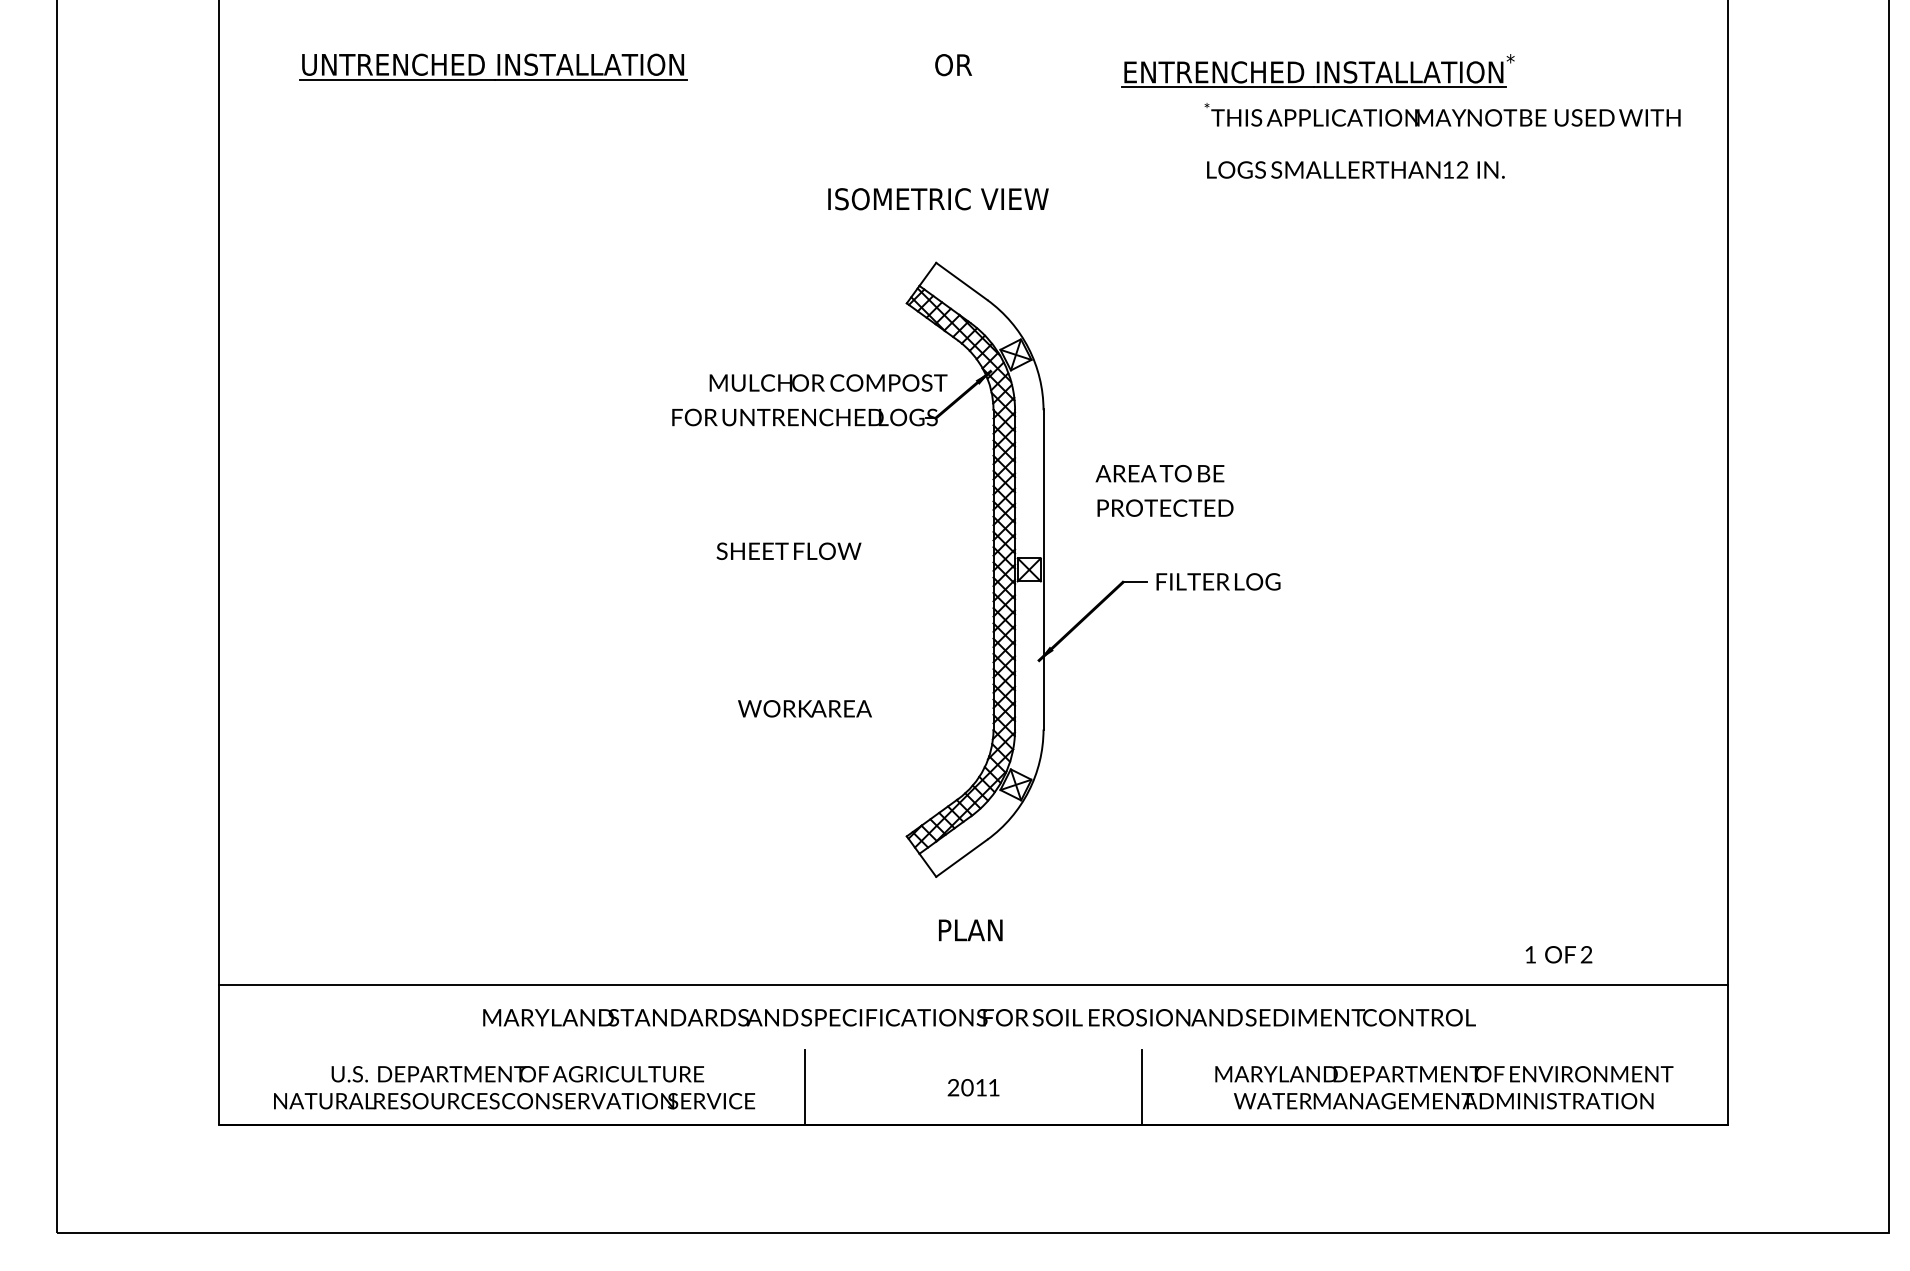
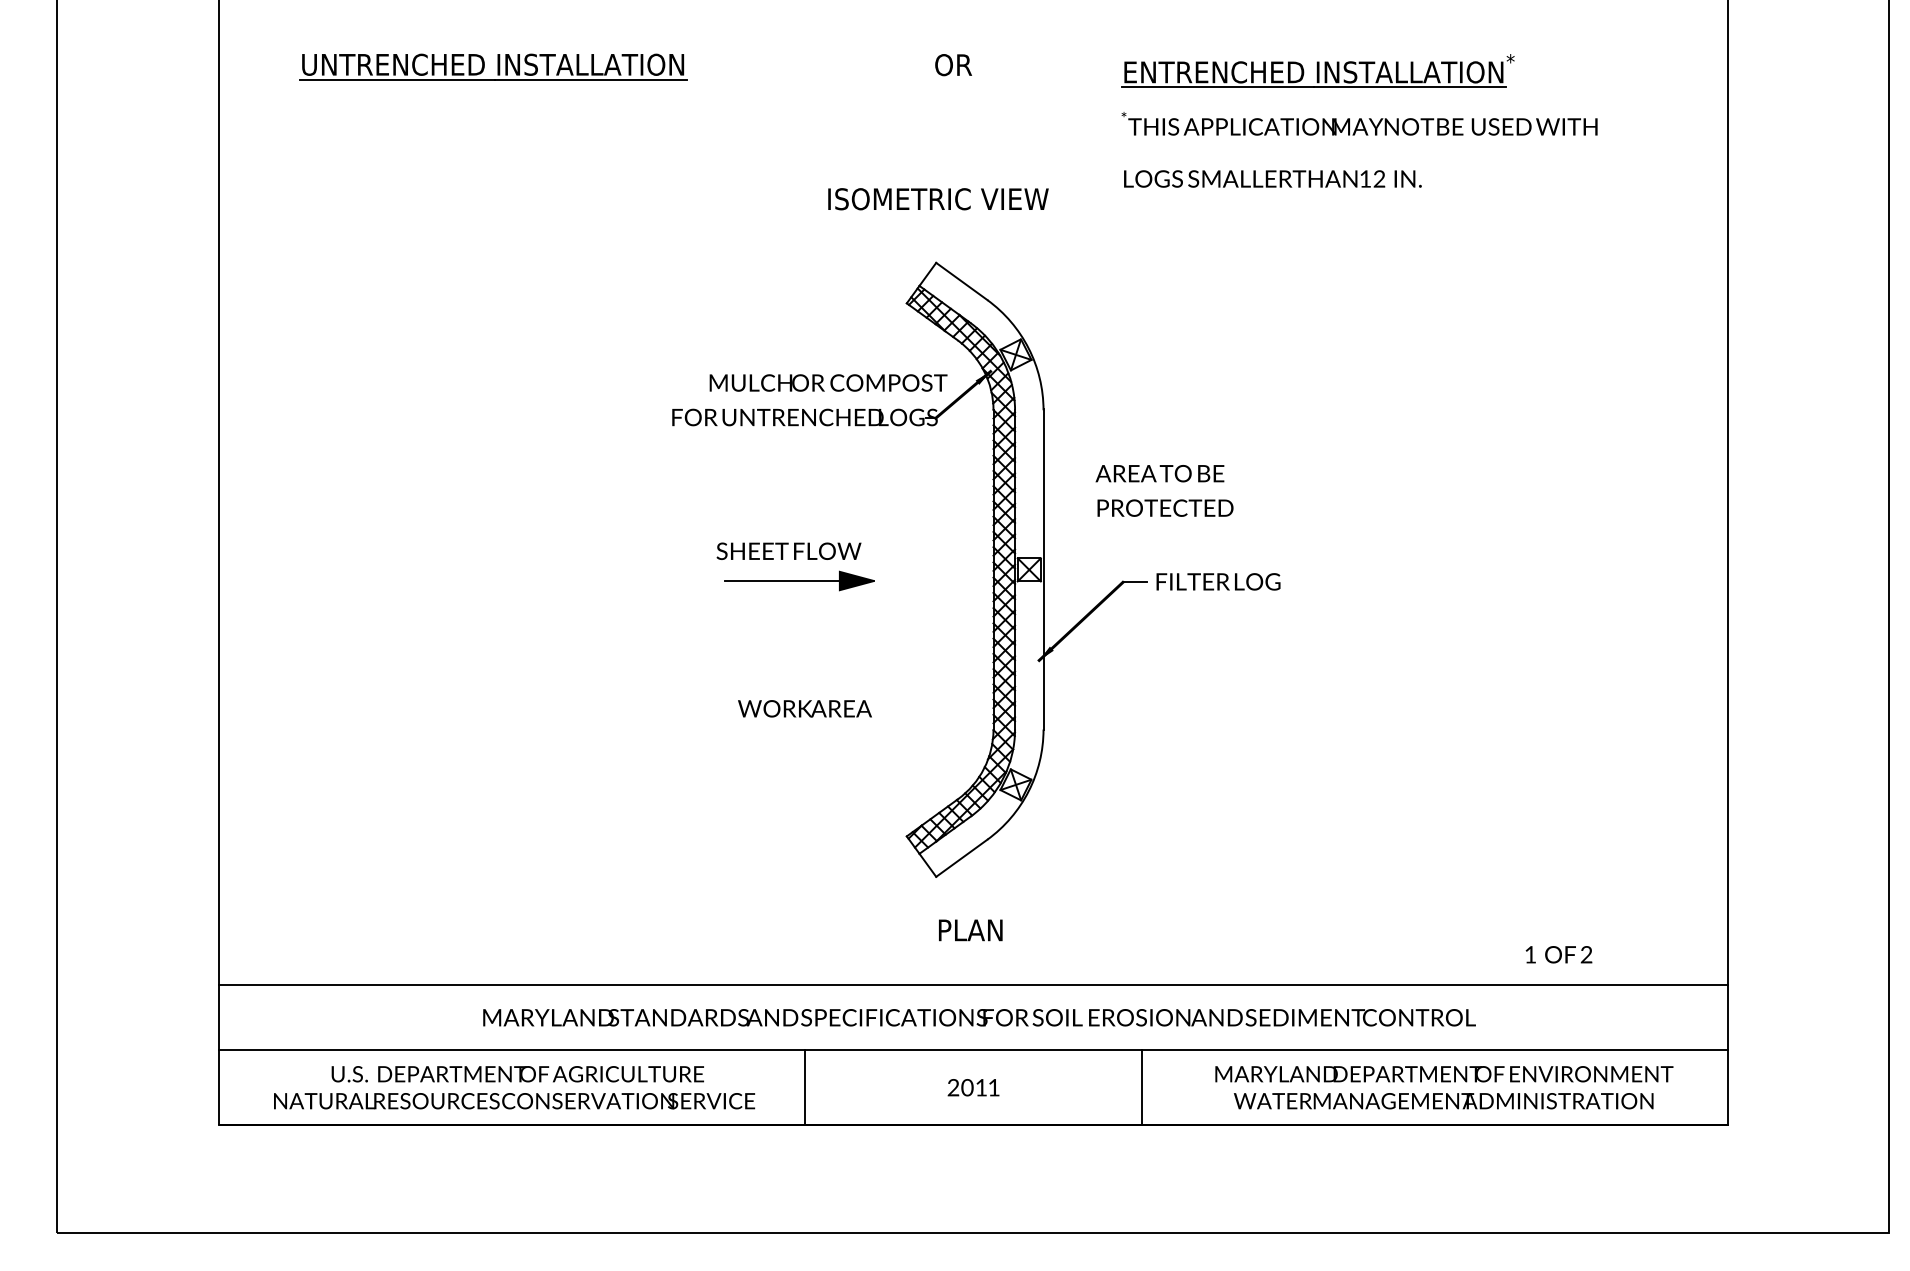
text at (1442, 140) position: (1442, 140) -> (1359, 149)
part at (799, 580): none -> present
line at (972, 1050): none -> present
